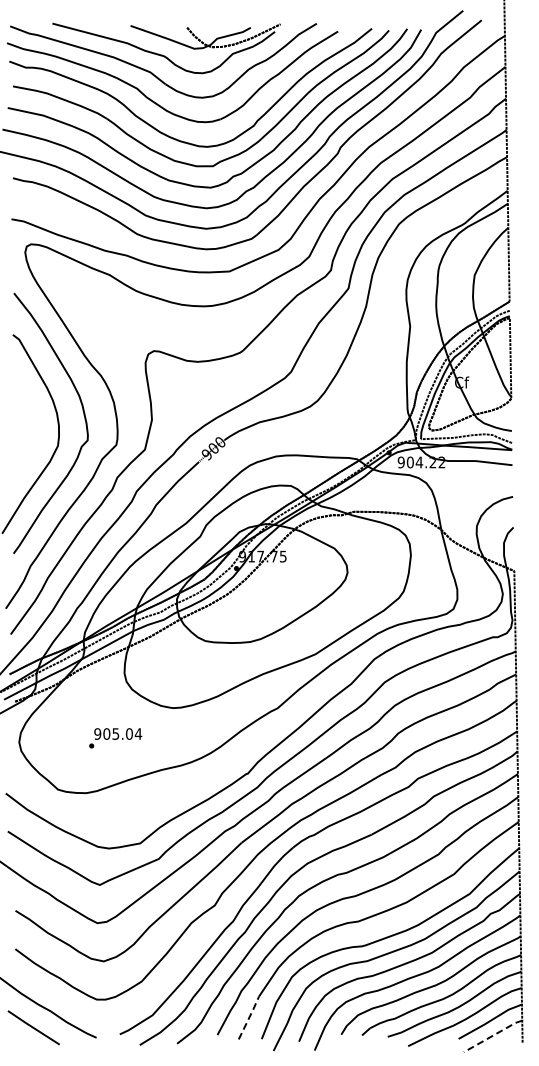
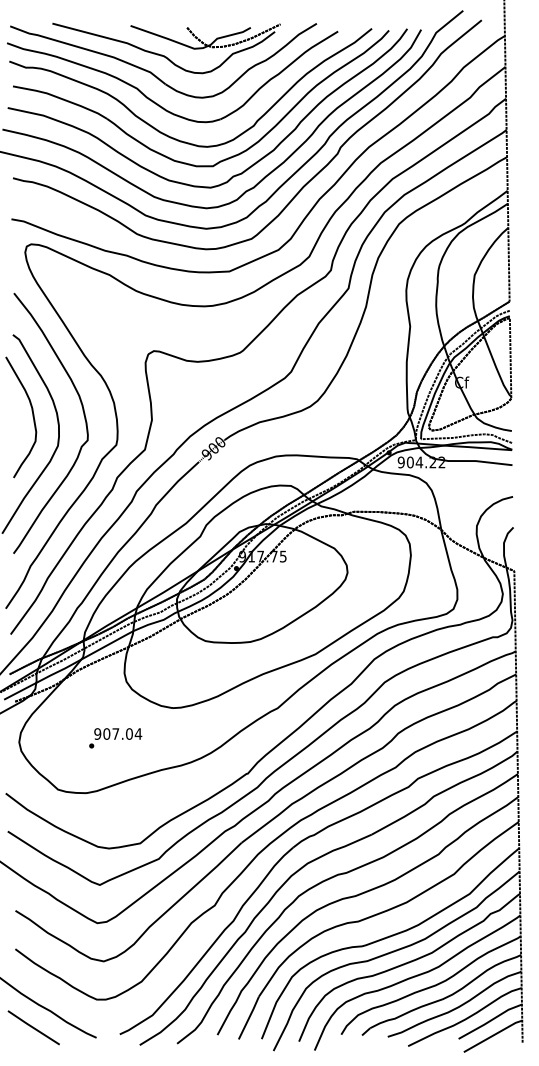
curve at (32, 417): none -> present
text at (115, 733): 905.04 -> 907.04
line at (249, 1017): dashed -> solid
line at (493, 1035): dashed -> solid
